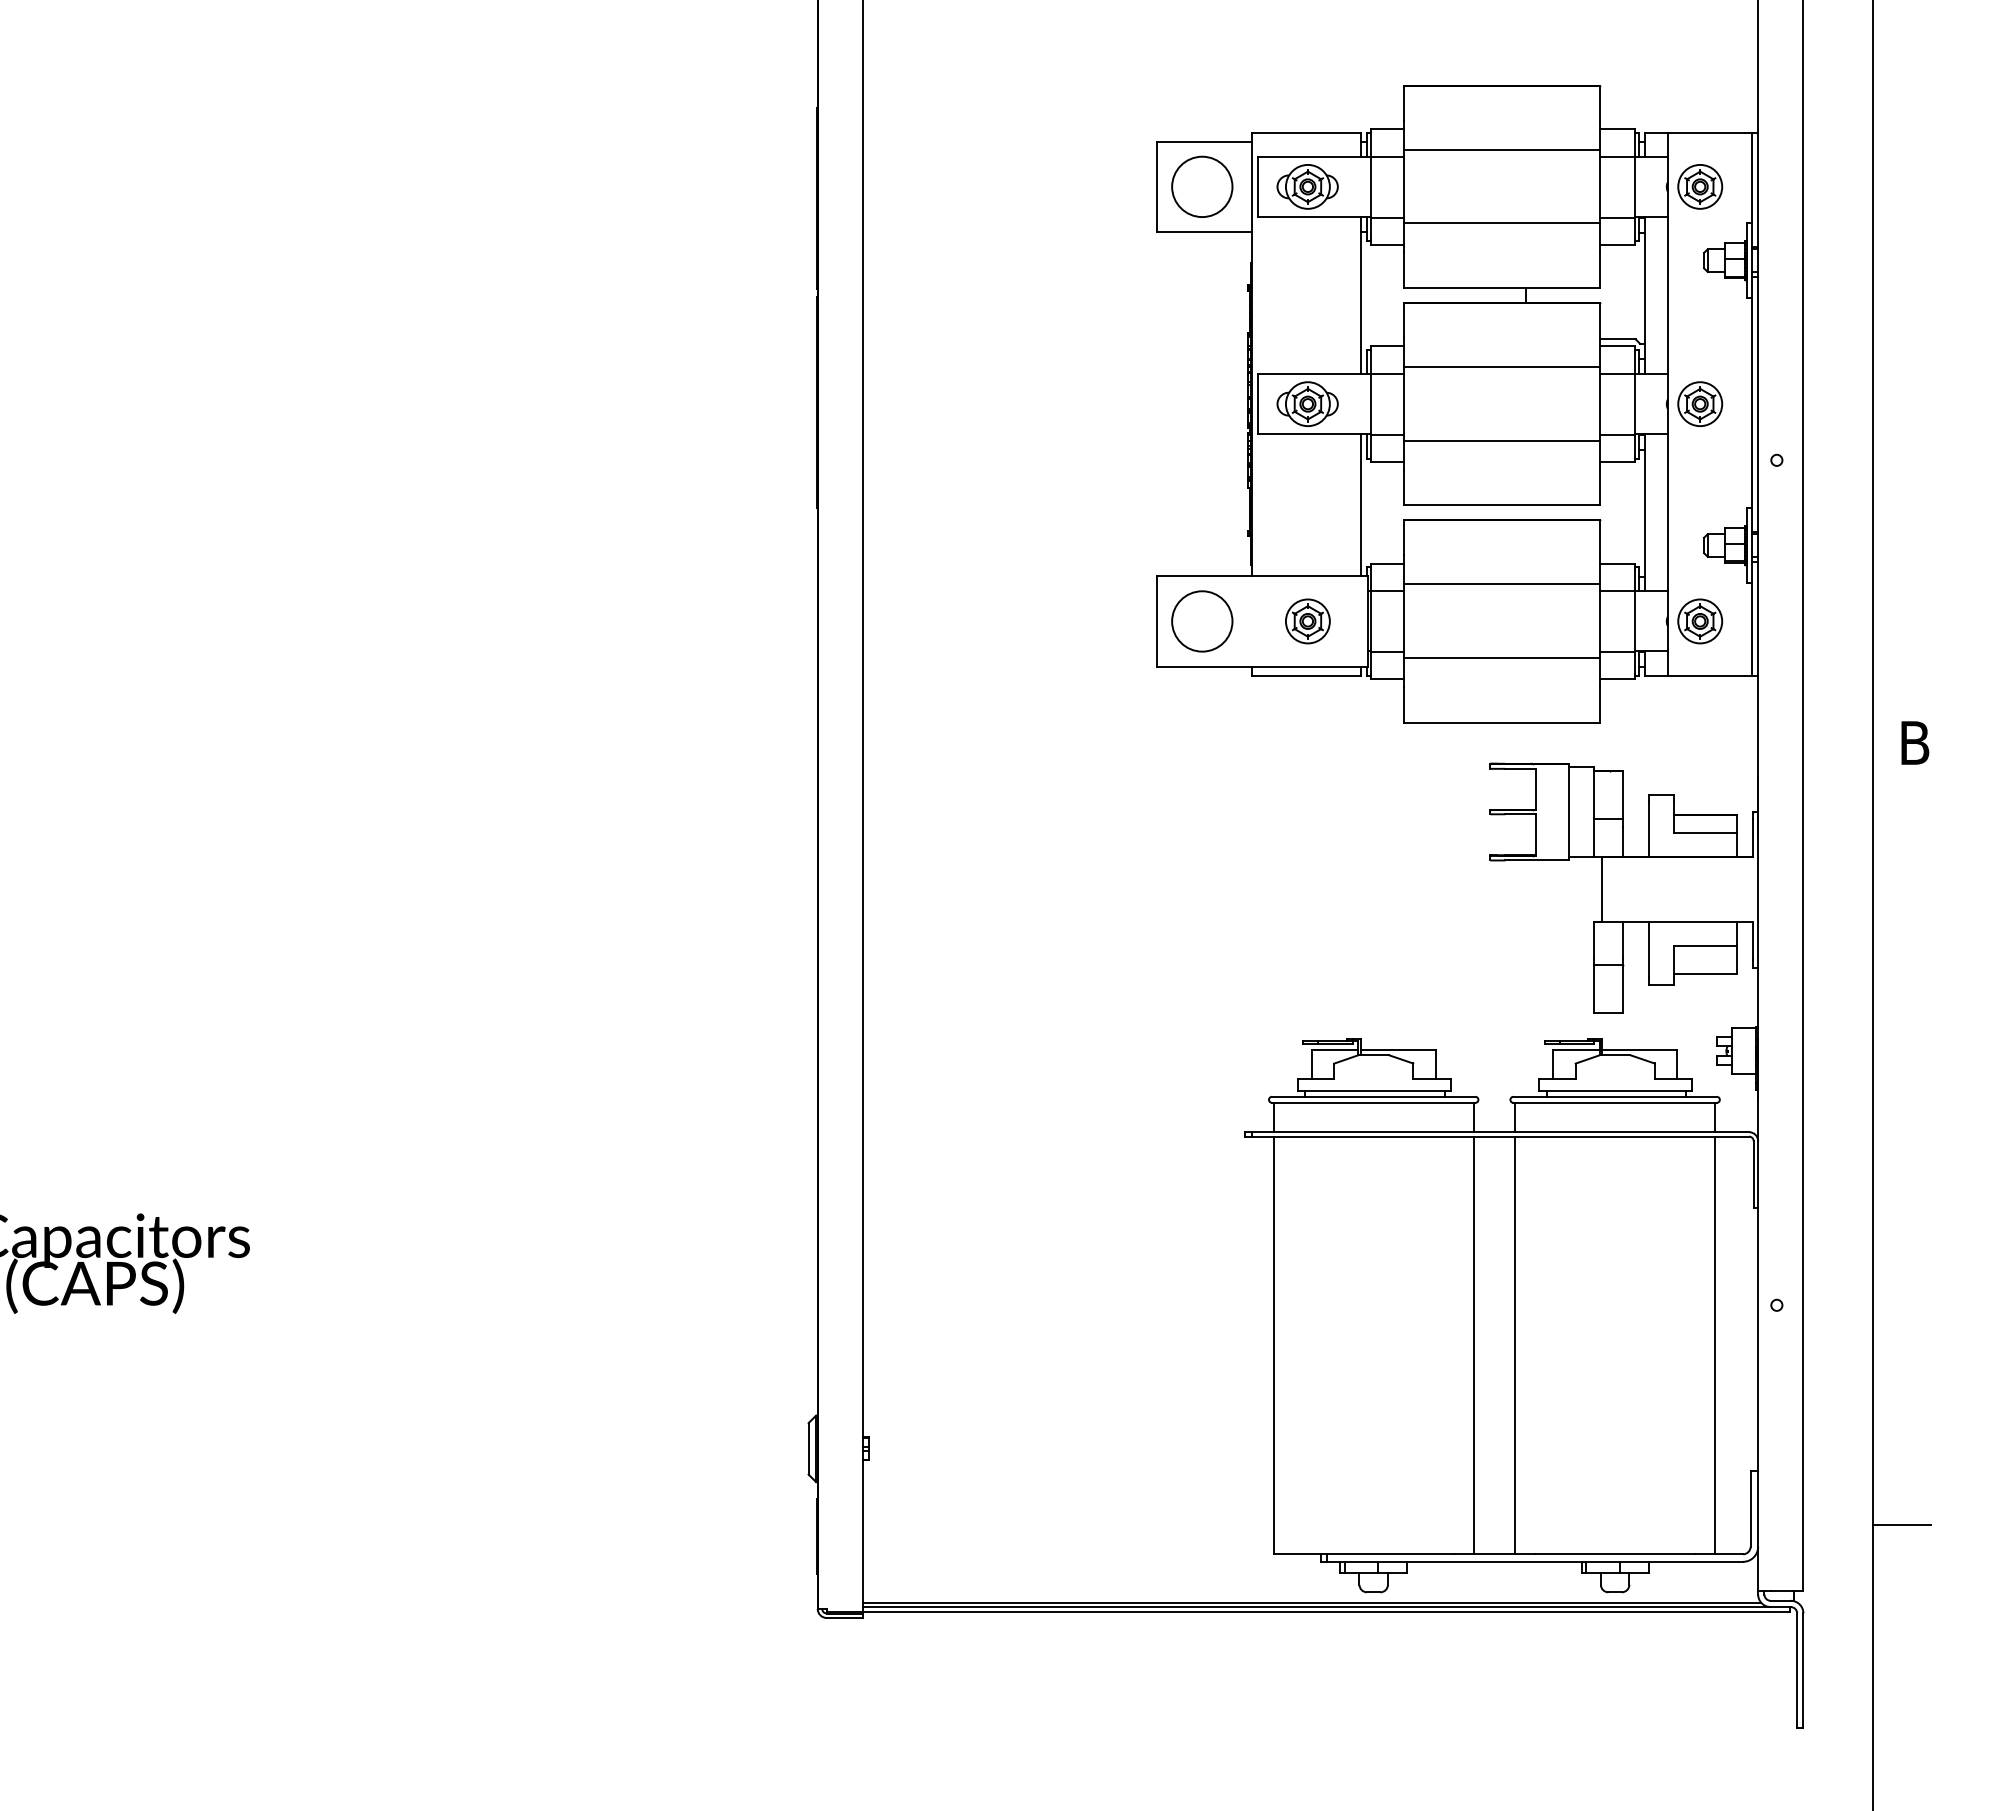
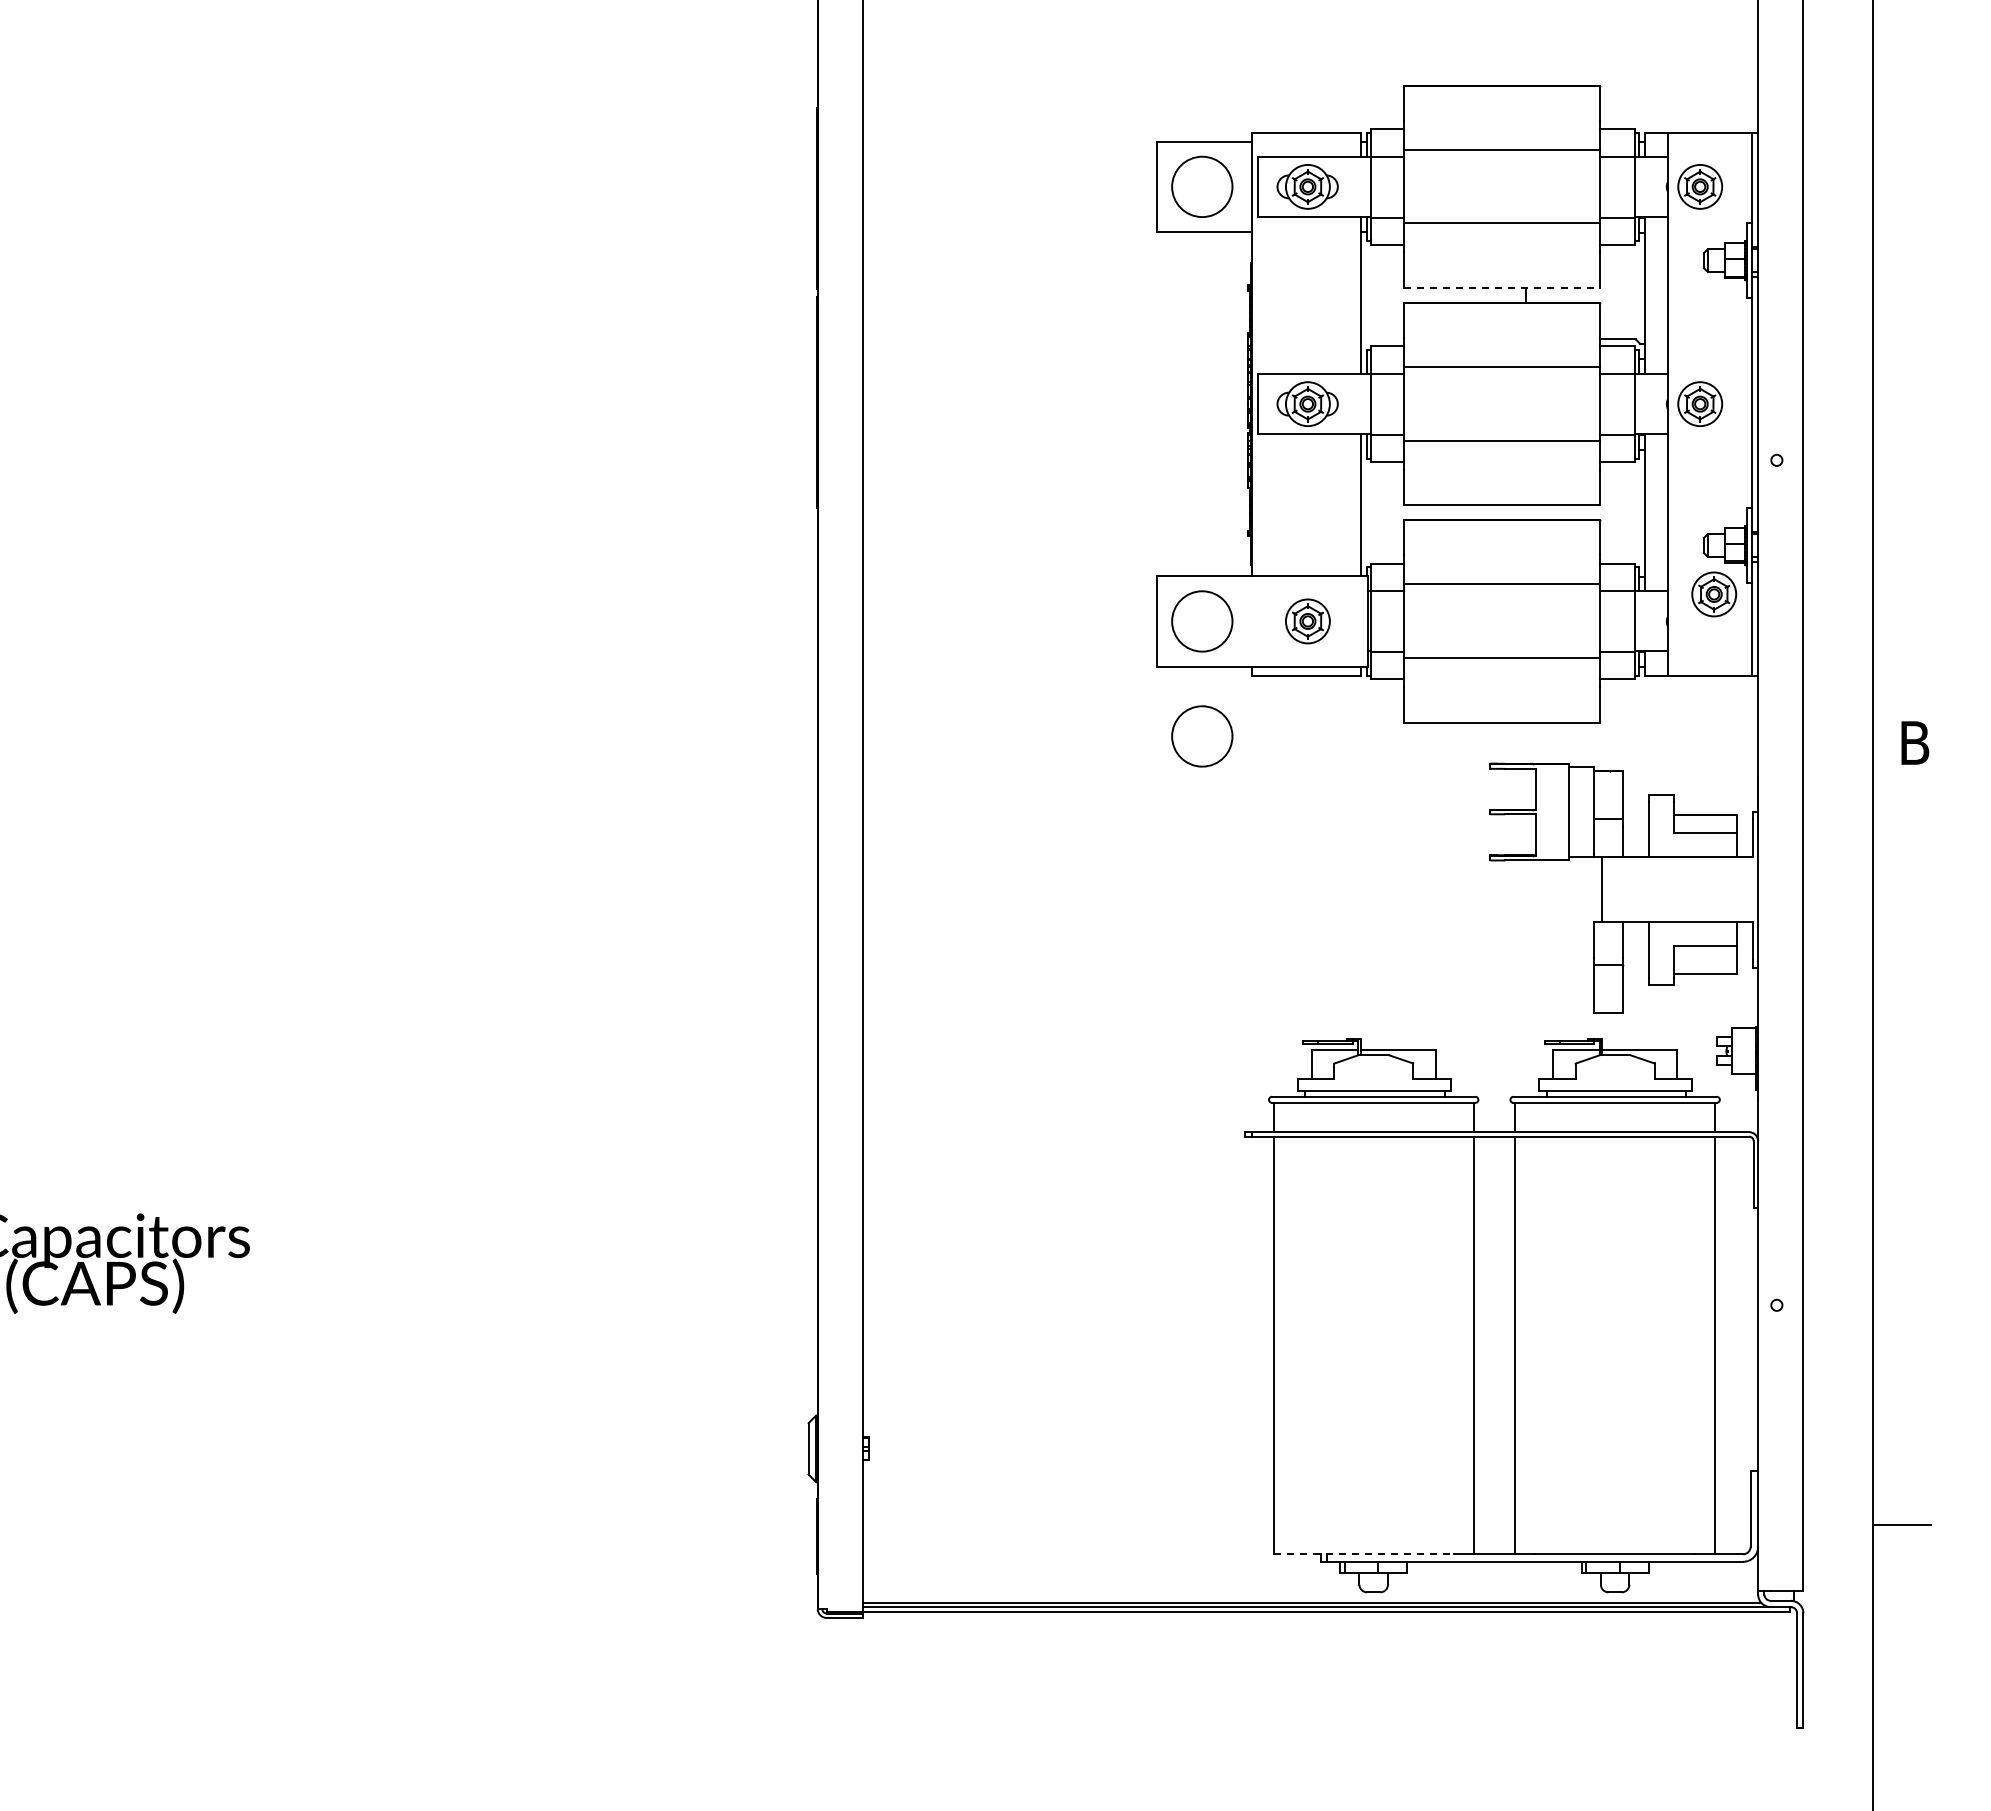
line at (1502, 288): solid -> dashed
part at (1700, 621) position: (1700, 621) -> (1714, 594)
circle at (1202, 736): none -> present
line at (1364, 1554): solid -> dashed
